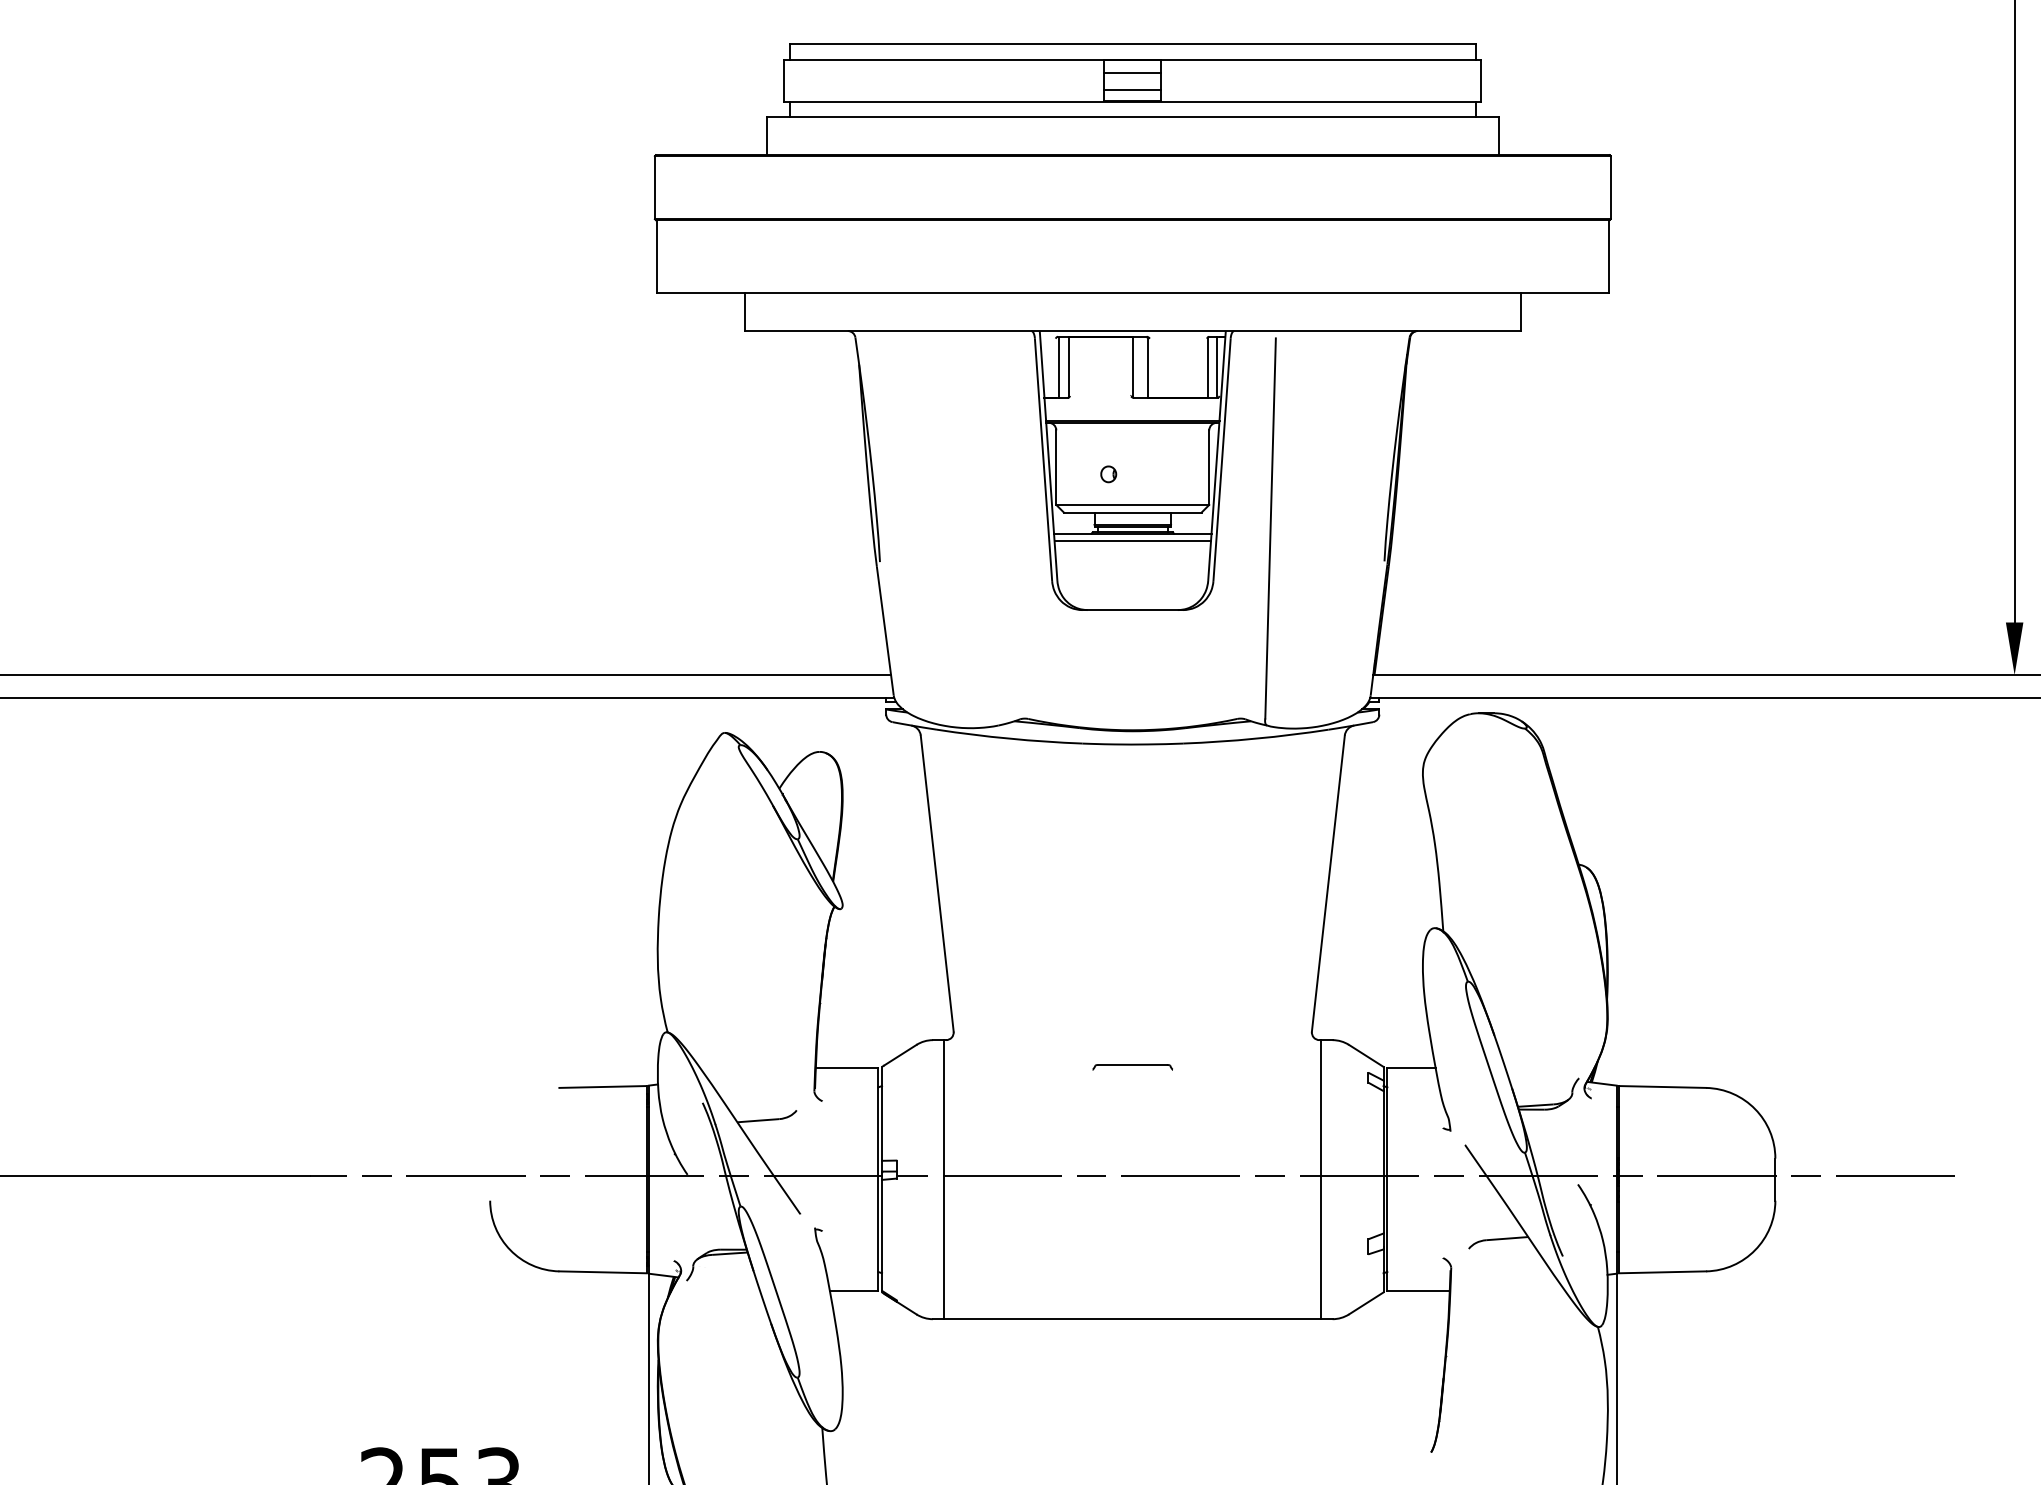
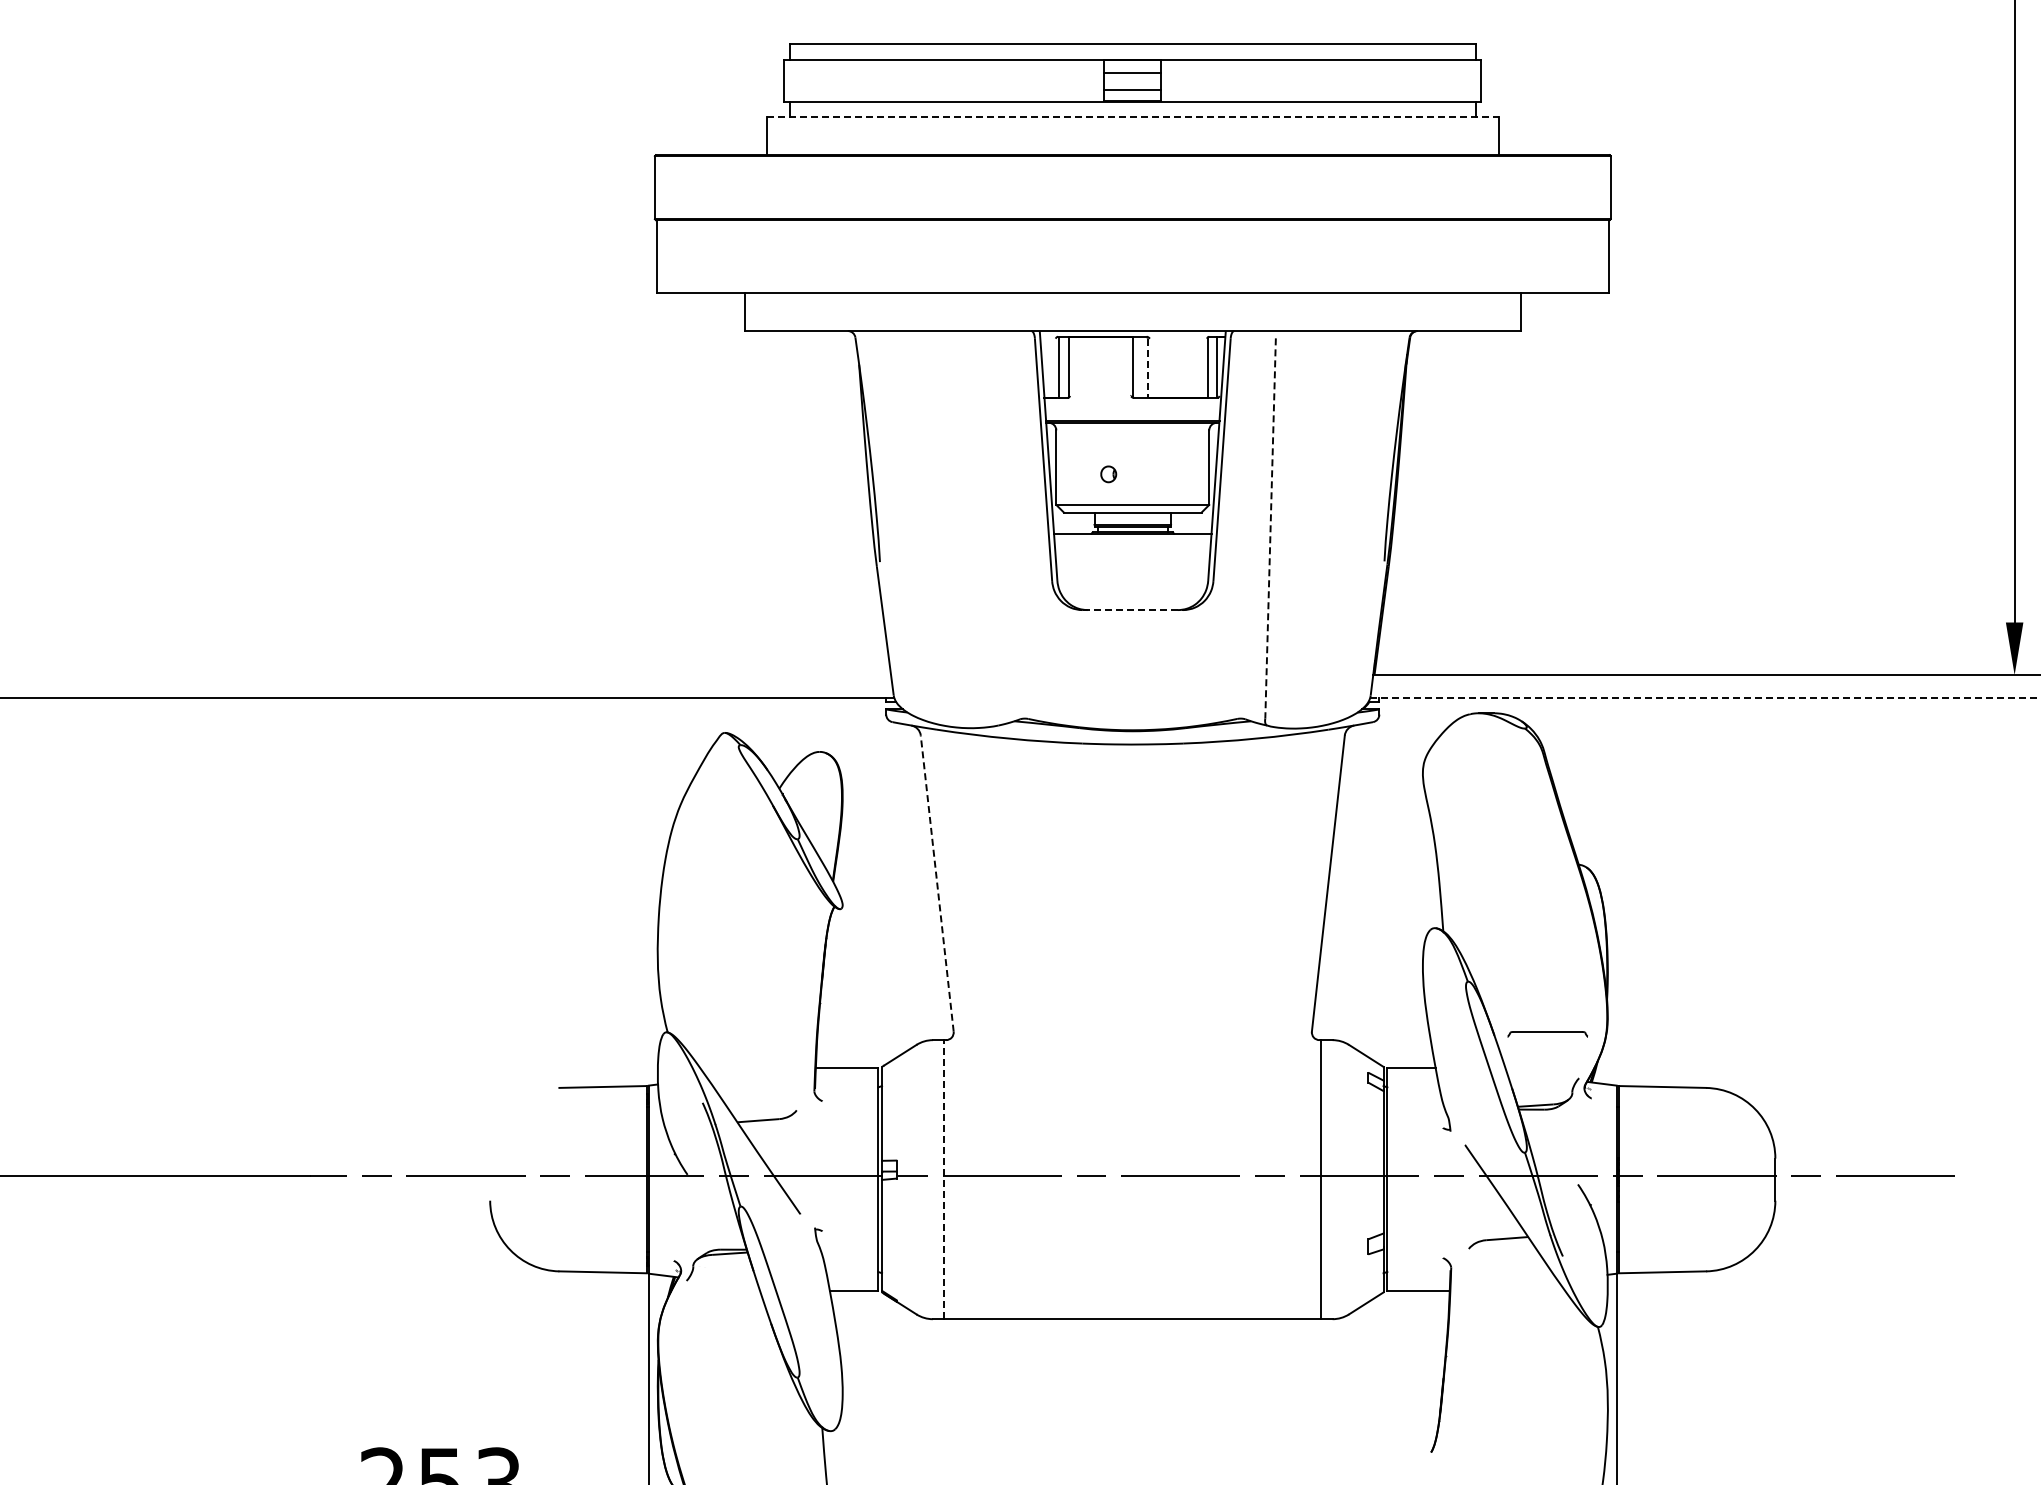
line at (1133, 116): solid -> dashed
line at (1147, 368): solid -> dashed
line at (1270, 528): solid -> dashed
line at (1132, 541): present -> none
line at (1133, 610): solid -> dashed
line at (446, 675): present -> none
line at (1705, 698): solid -> dashed
line at (937, 883): solid -> dashed
part at (1132, 1067) position: (1132, 1067) -> (1547, 1034)
line at (944, 1179): solid -> dashed
